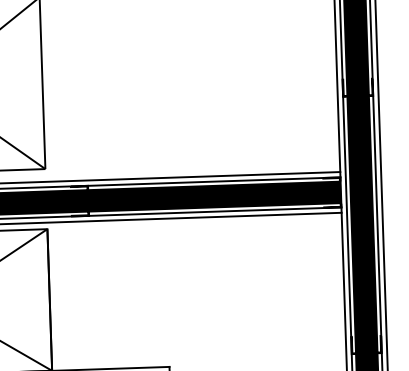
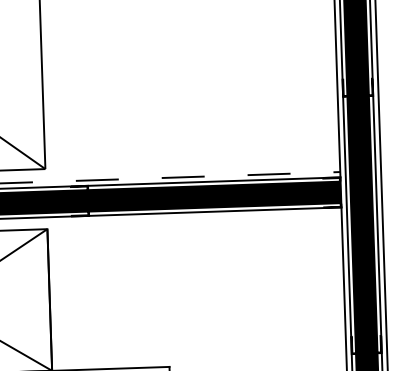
line at (17, 14): present -> none
line at (170, 177): solid -> dashed
line at (171, 218): present -> none
